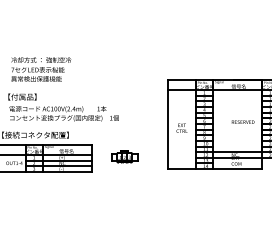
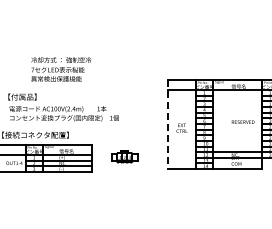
text at (41, 69) position: (41, 69) -> (61, 69)
line at (168, 124): solid -> dashed
